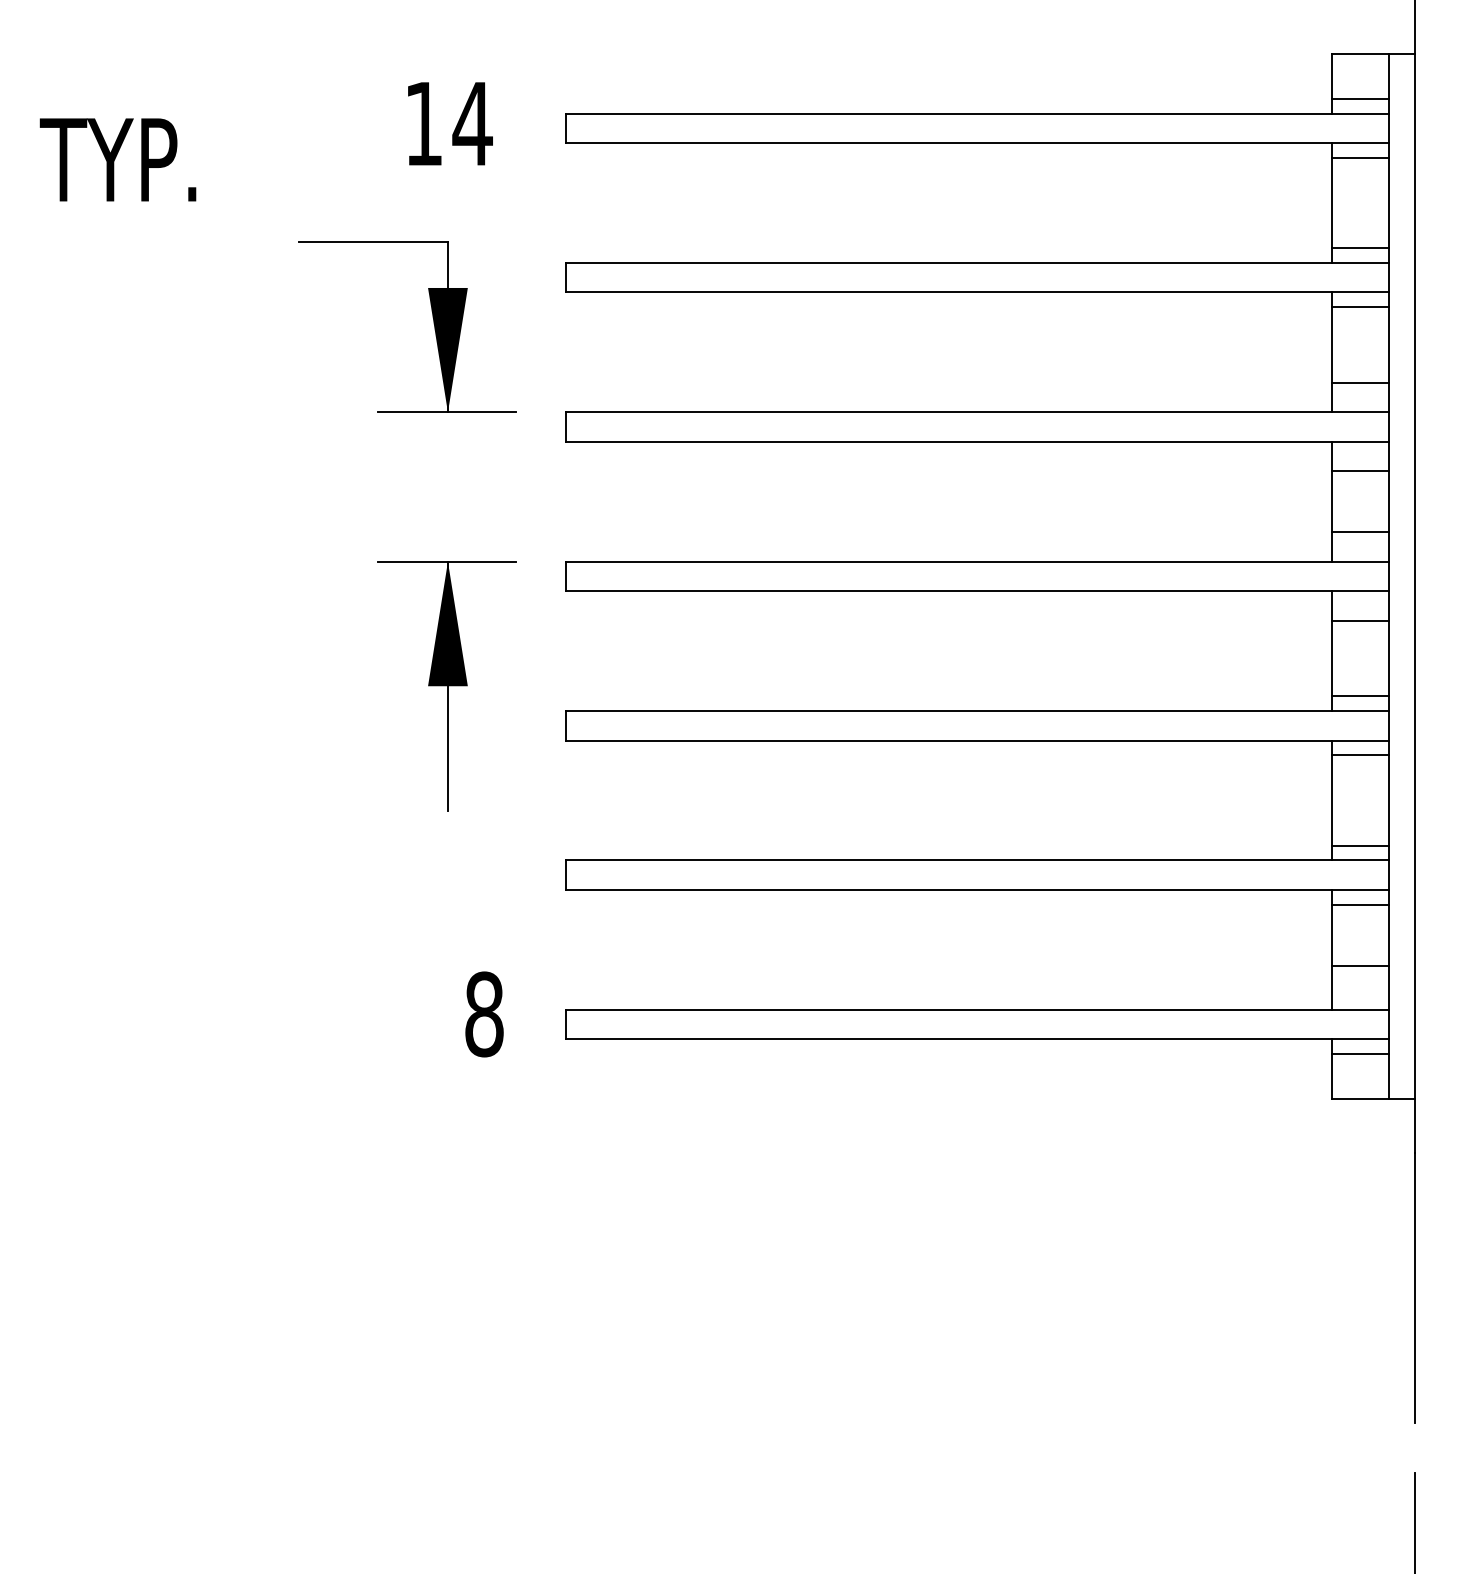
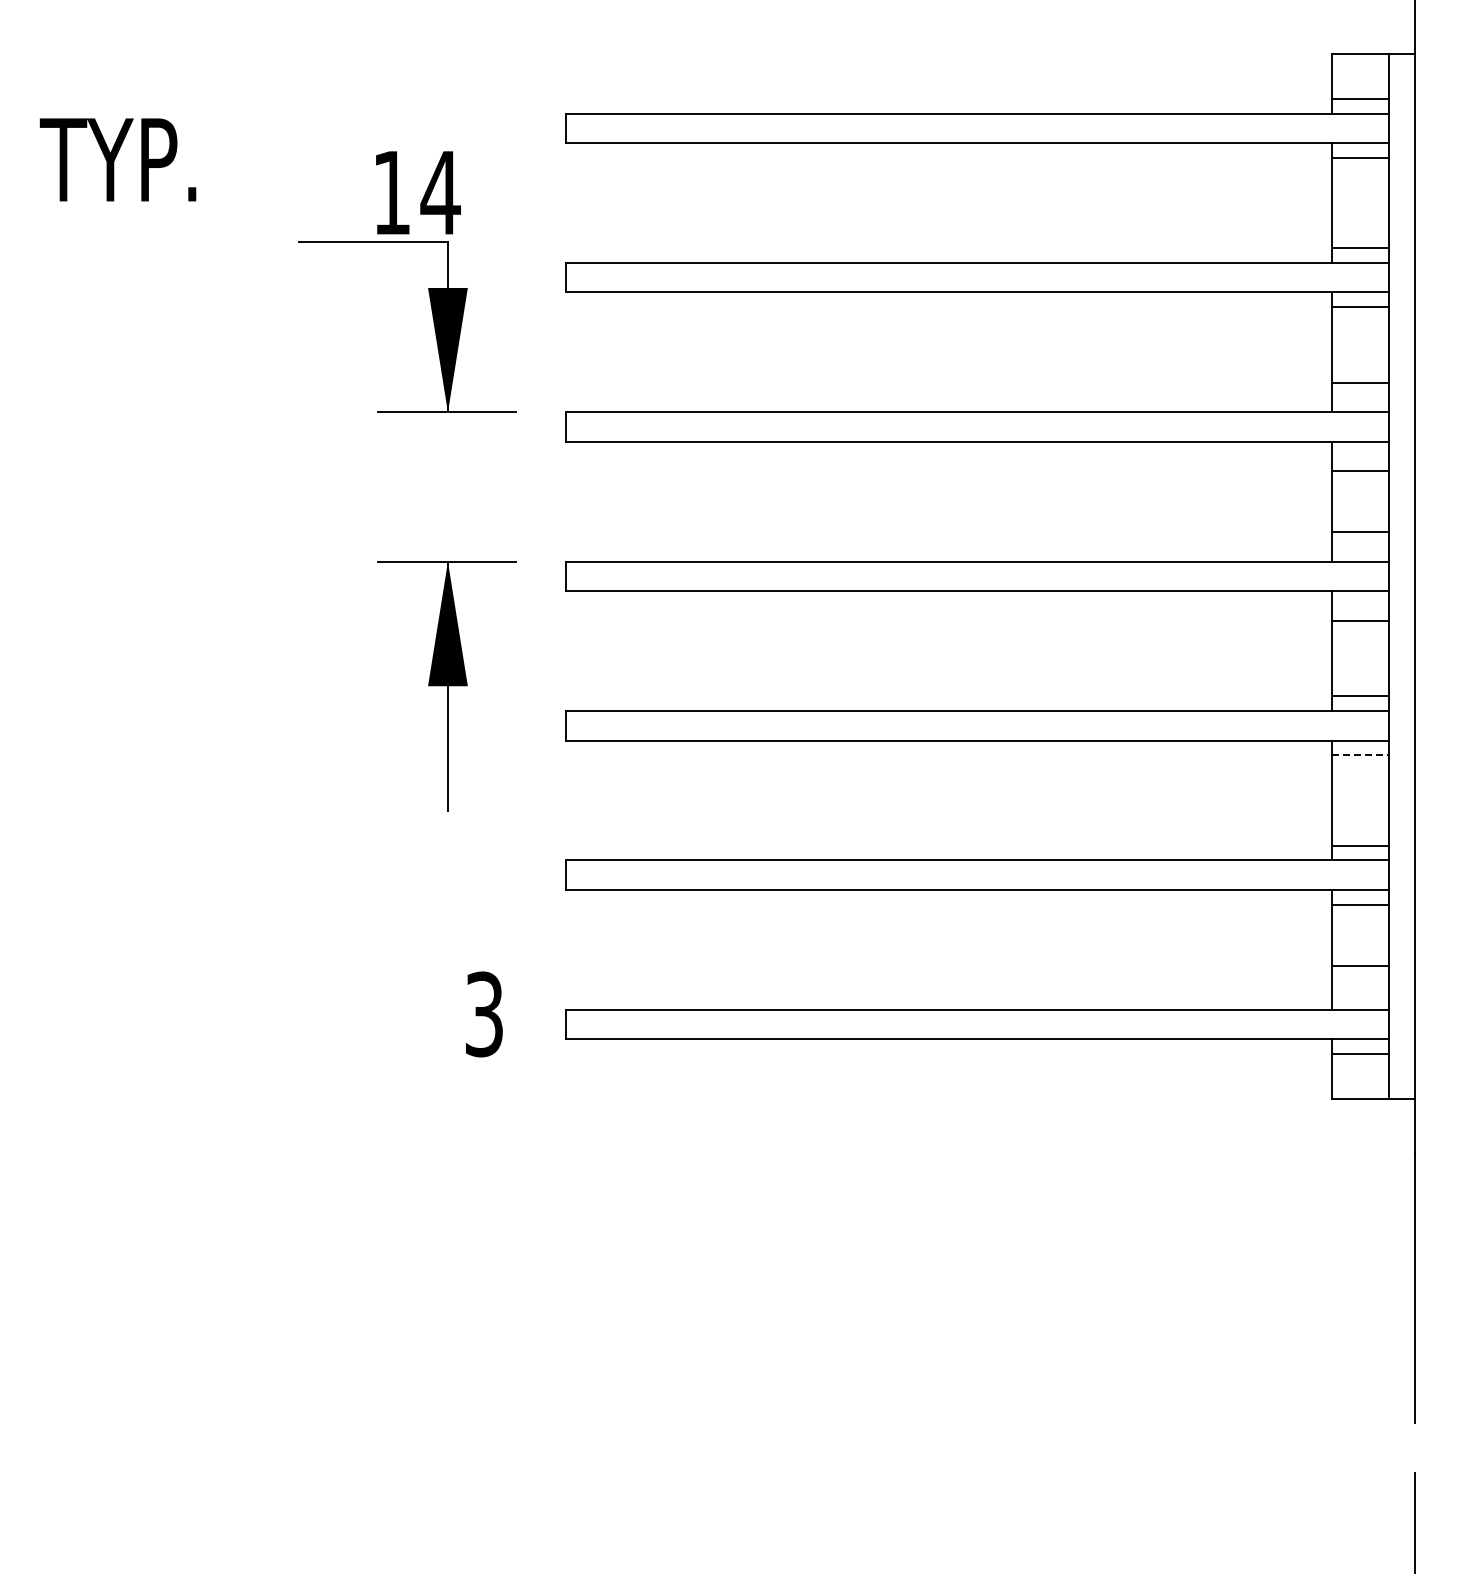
text at (450, 123) position: (450, 123) -> (418, 192)
line at (1360, 755): solid -> dashed
text at (484, 1014): 8 -> 3
